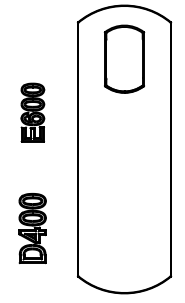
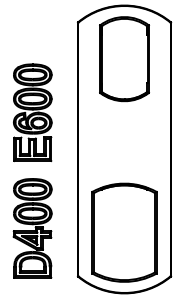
part at (124, 58) size: 43x70 px -> 51x87 px
part at (32, 112) size: 26x61 px -> 40x99 px
part at (32, 228) size: 29x72 px -> 41x101 px
part at (124, 232): none -> present
